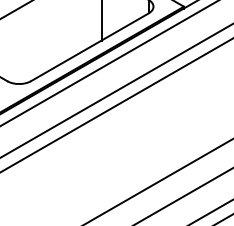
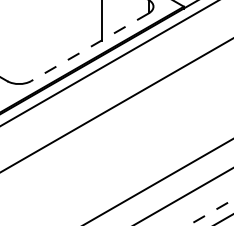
line at (15, 9): present -> none
line at (89, 47): solid -> dashed
line at (116, 90): present -> none
line at (210, 212): solid -> dashed
